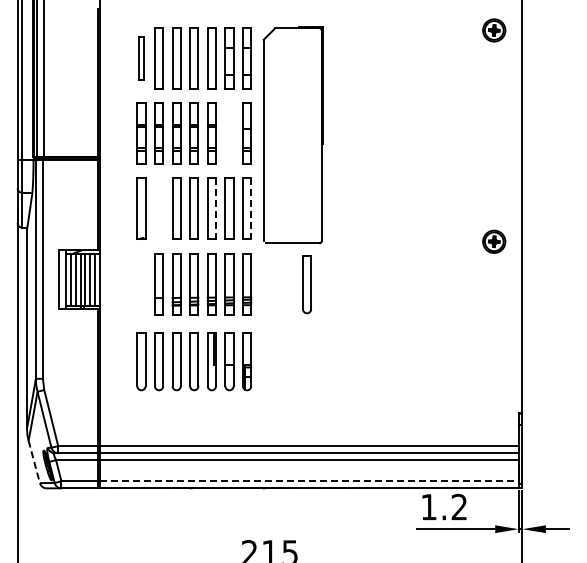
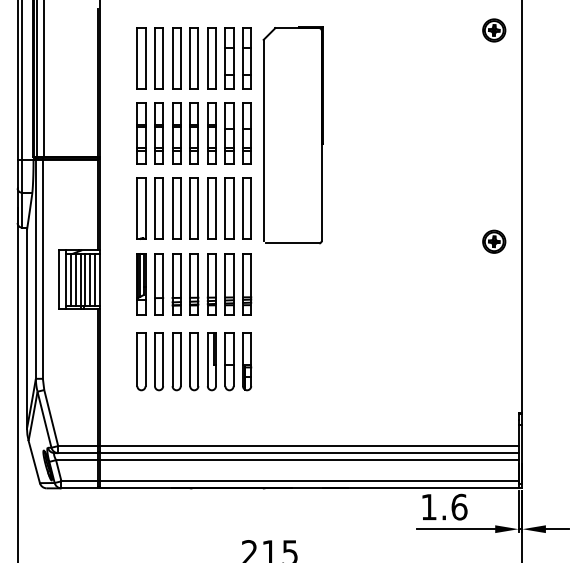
part at (141, 58) size: 7x45 px -> 11x63 px
part at (229, 133): none -> present
part at (158, 208): none -> present
line at (216, 208): dashed -> solid
line at (251, 208): dashed -> solid
part at (141, 284): none -> present
part at (306, 284): present -> none
line at (34, 461): dashed -> solid
line at (309, 481): dashed -> solid
text at (459, 506): 1.2 -> 1.6
